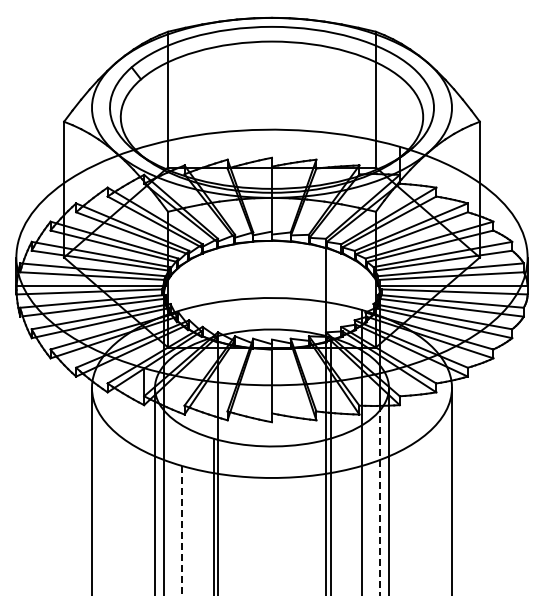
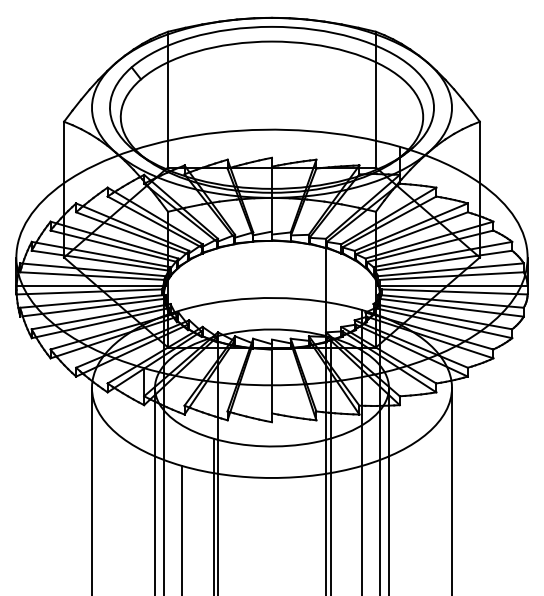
line at (380, 502): dashed -> solid
line at (181, 530): dashed -> solid
